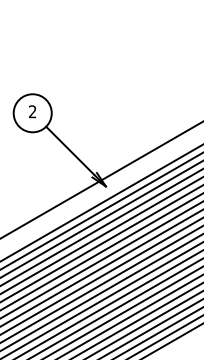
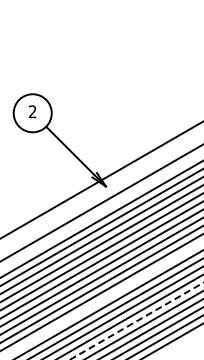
line at (101, 211): present -> none
line at (102, 299): present -> none
line at (137, 321): solid -> dashed
